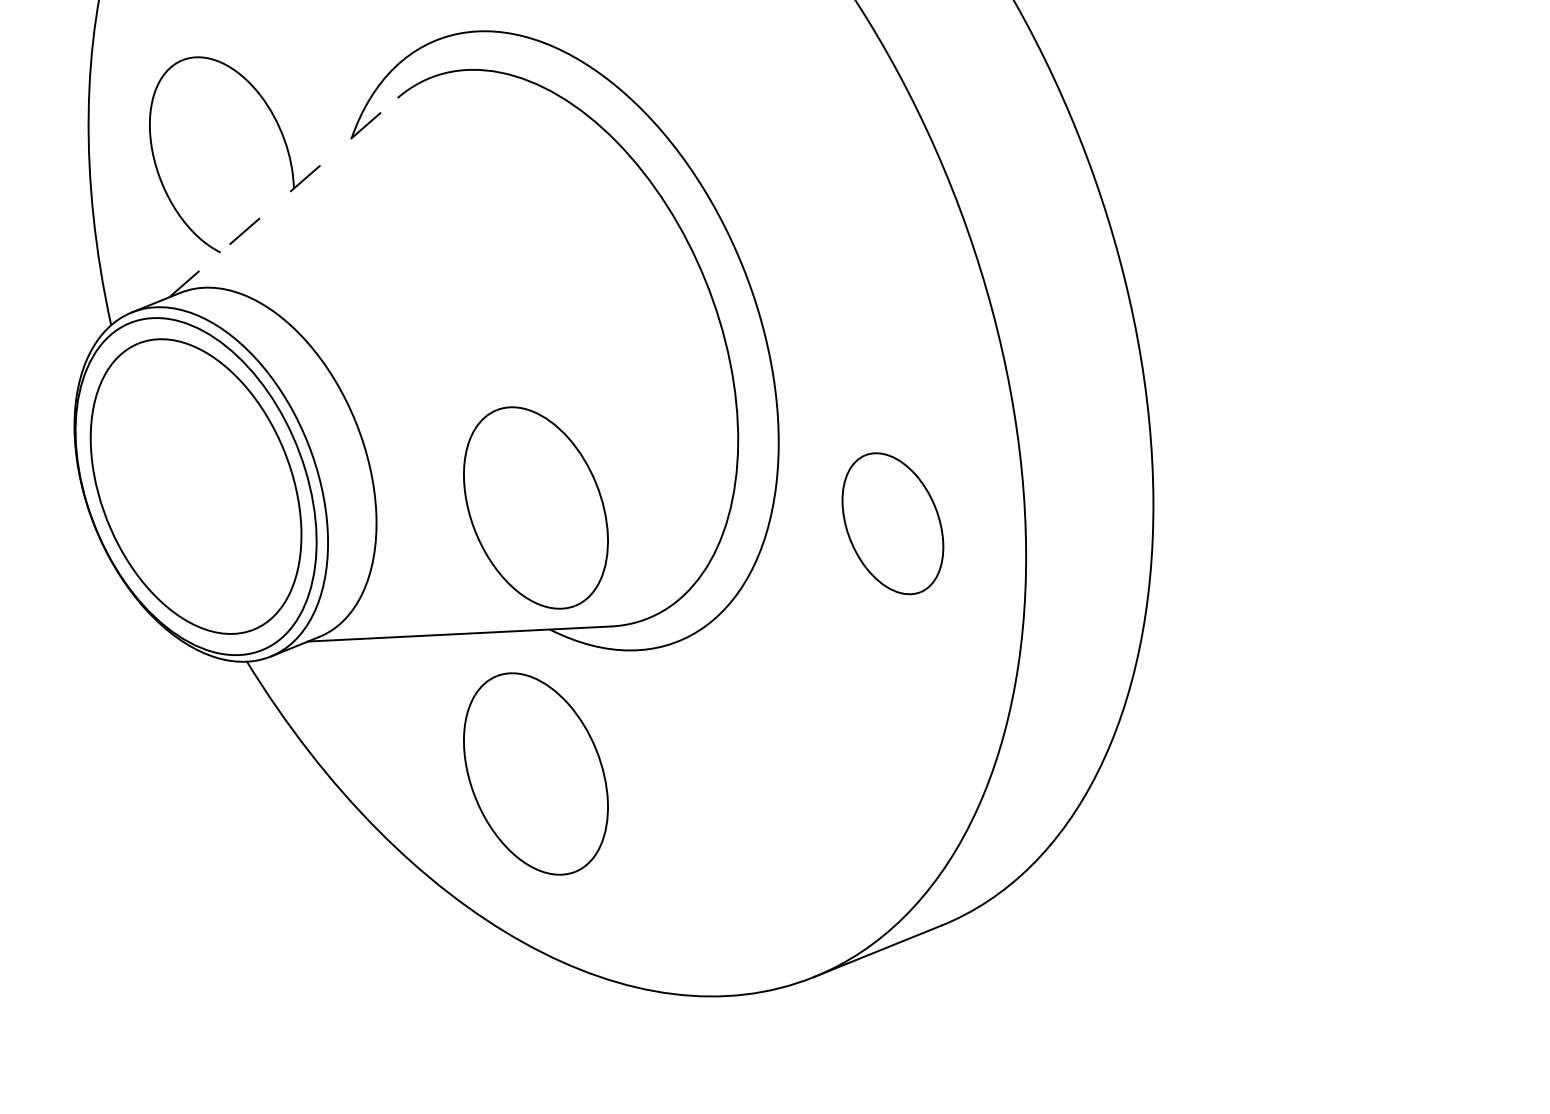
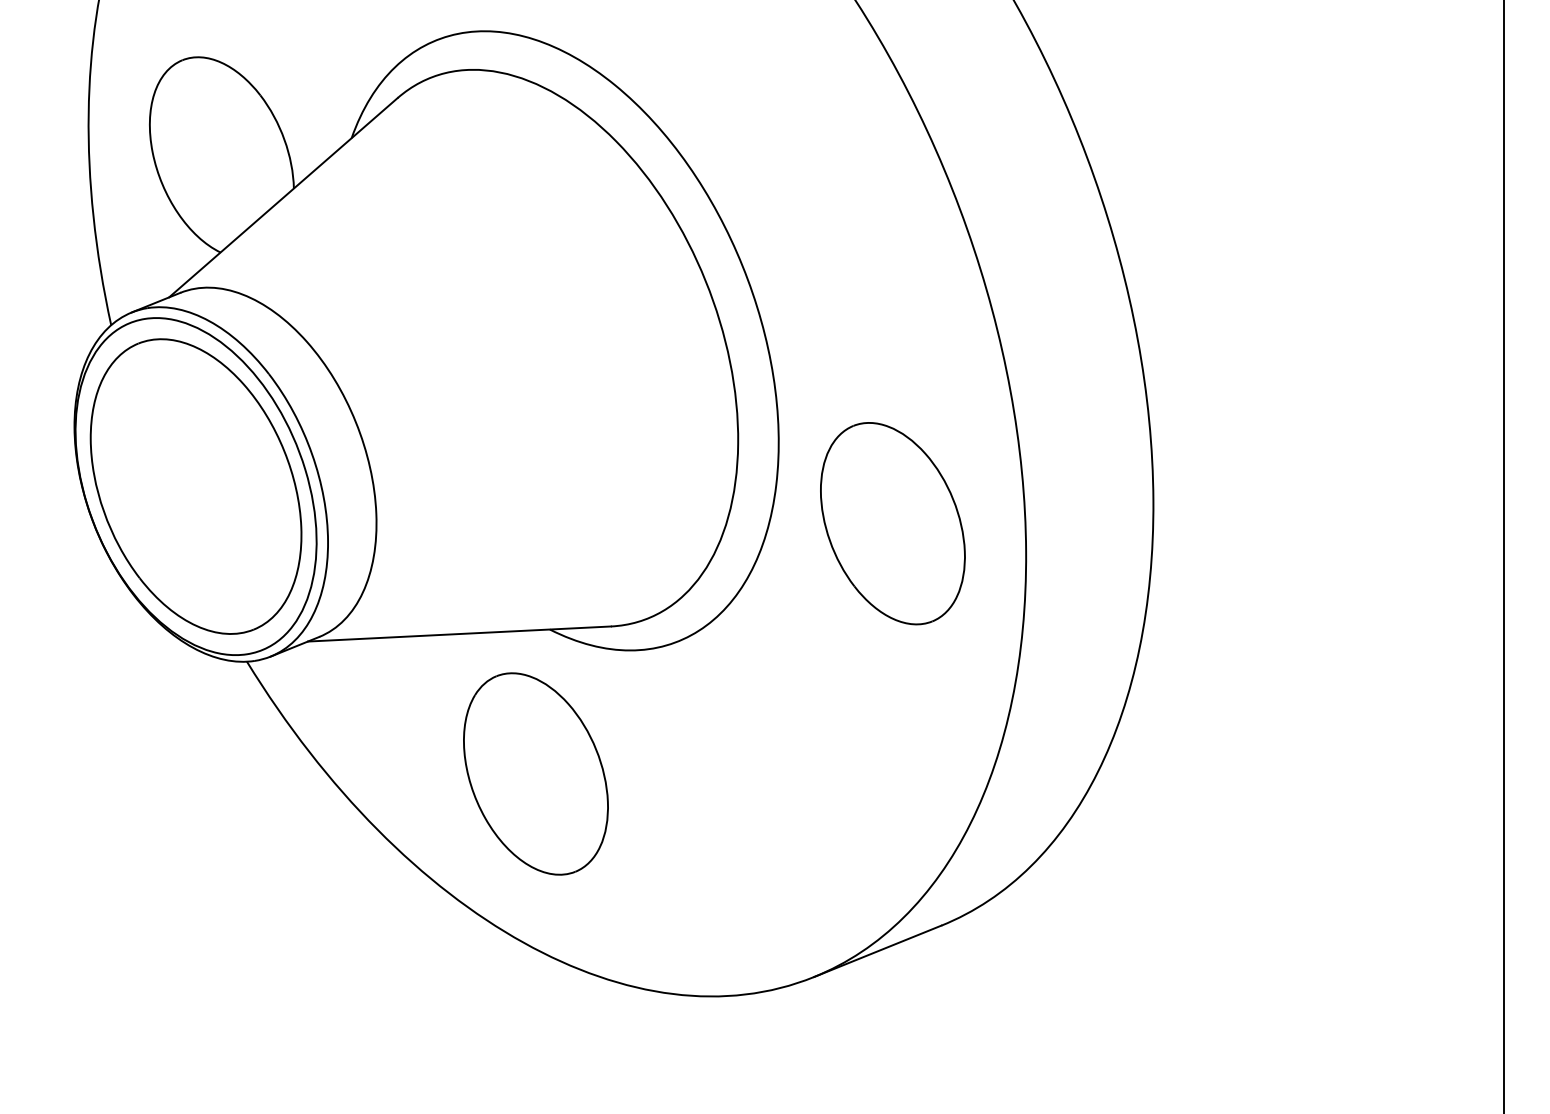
line at (283, 197): dashed -> solid
part at (535, 507): present -> none
part at (892, 523) size: 104x144 px -> 146x204 px
line at (1503, 556): none -> present
